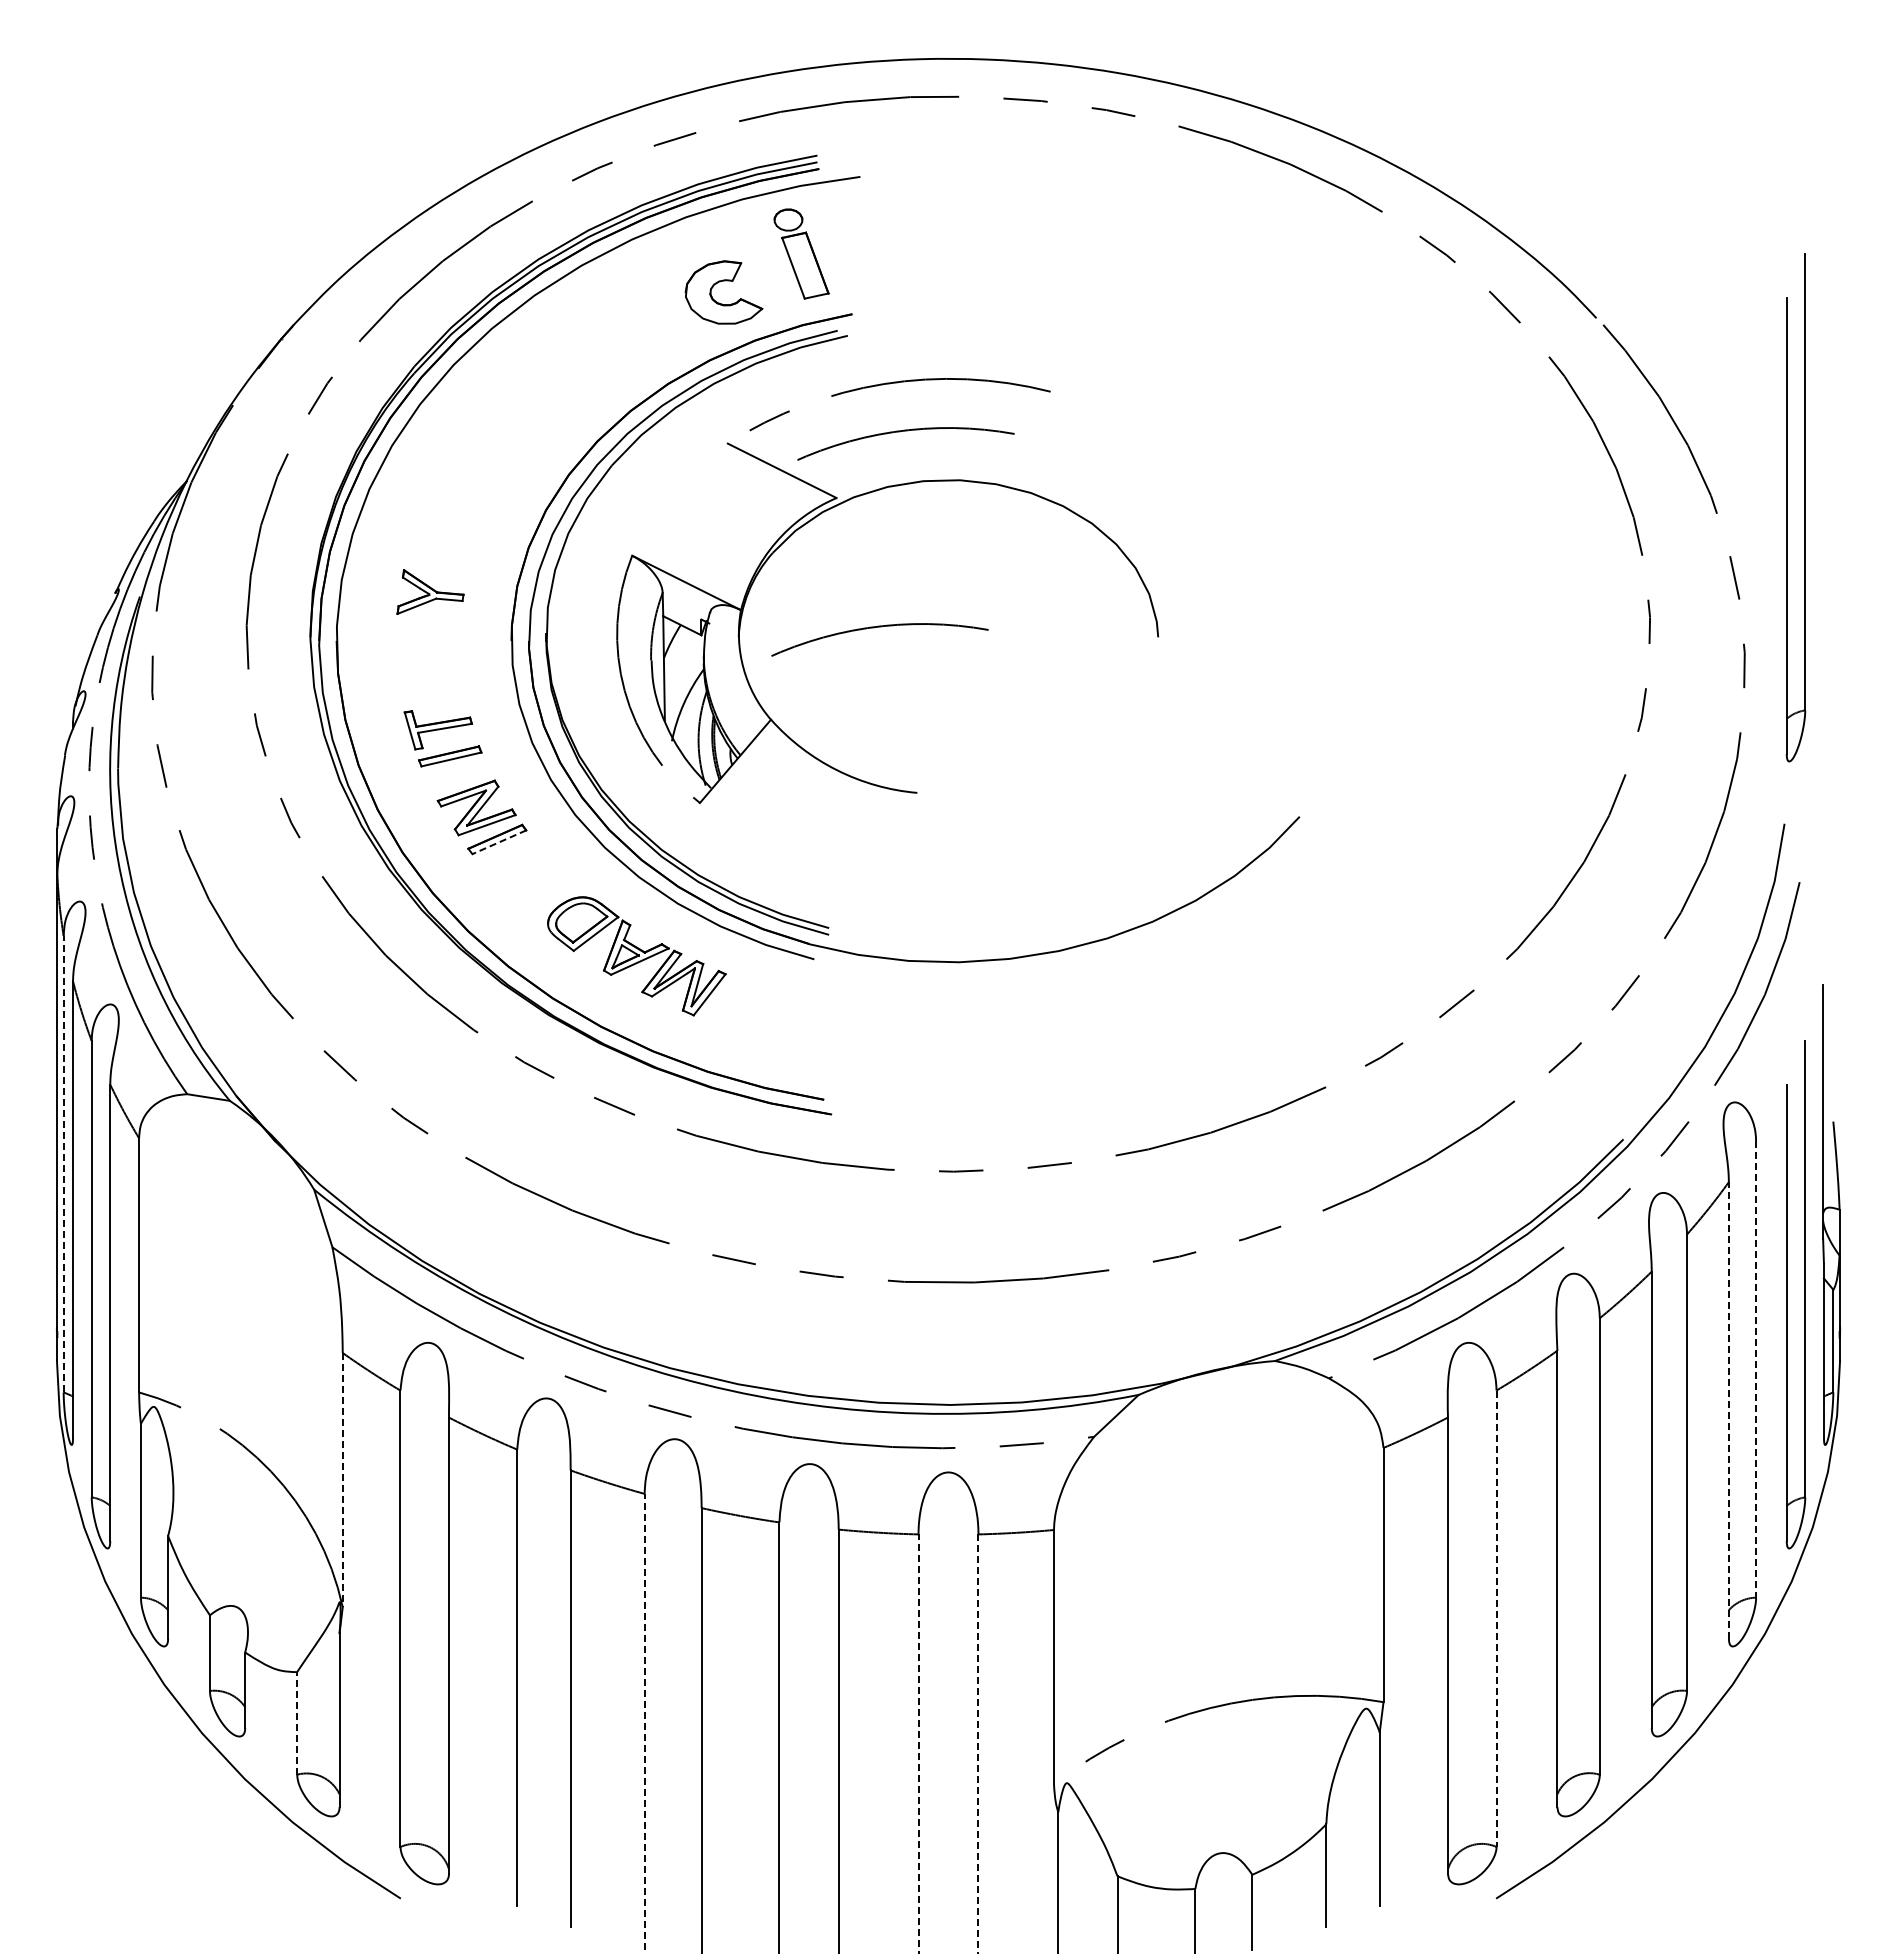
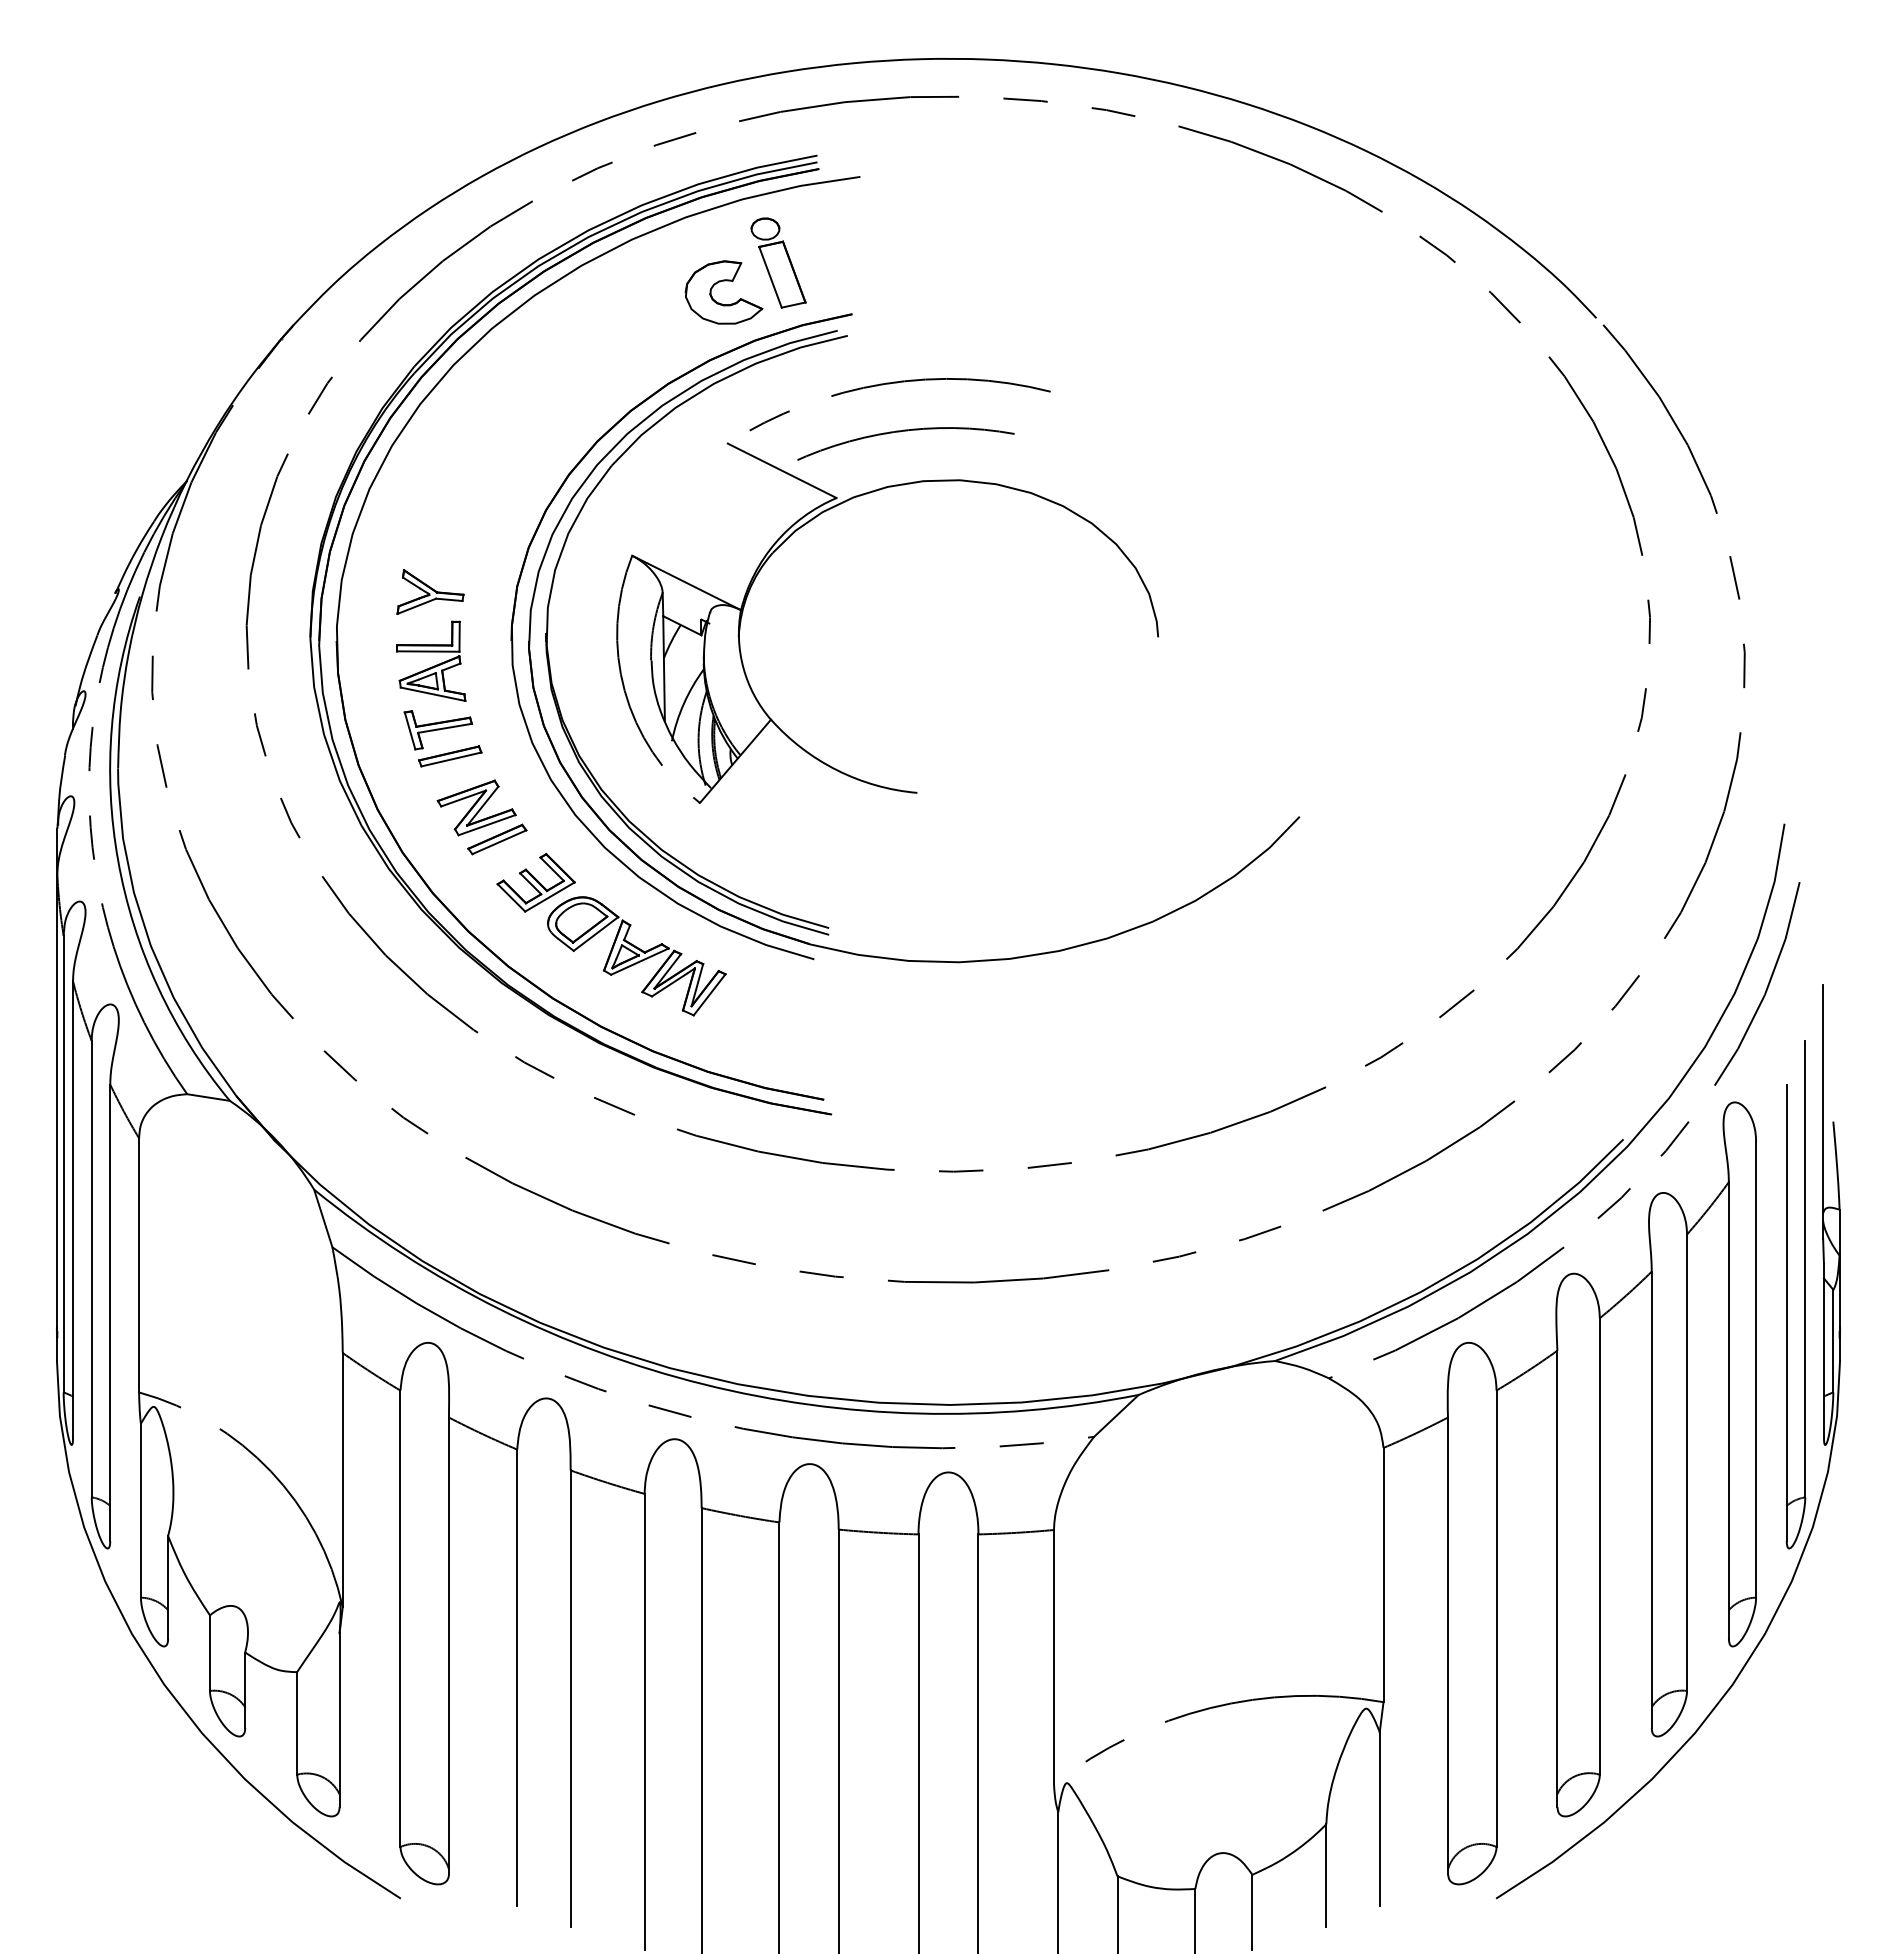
part at (801, 253) position: (801, 253) -> (778, 262)
part at (1787, 507): present -> none
arc at (879, 627): present -> none
part at (431, 660): none -> present
line at (498, 842): dashed -> solid
part at (535, 882): none -> present
line at (63, 1163): dashed -> solid
line at (1756, 1369): dashed -> solid
line at (1728, 1409): dashed -> solid
line at (342, 1480): dashed -> solid
line at (1496, 1619): dashed -> solid
line at (644, 1721): dashed -> solid
line at (297, 1722): dashed -> solid
line at (918, 1744): dashed -> solid
line at (978, 1744): dashed -> solid
